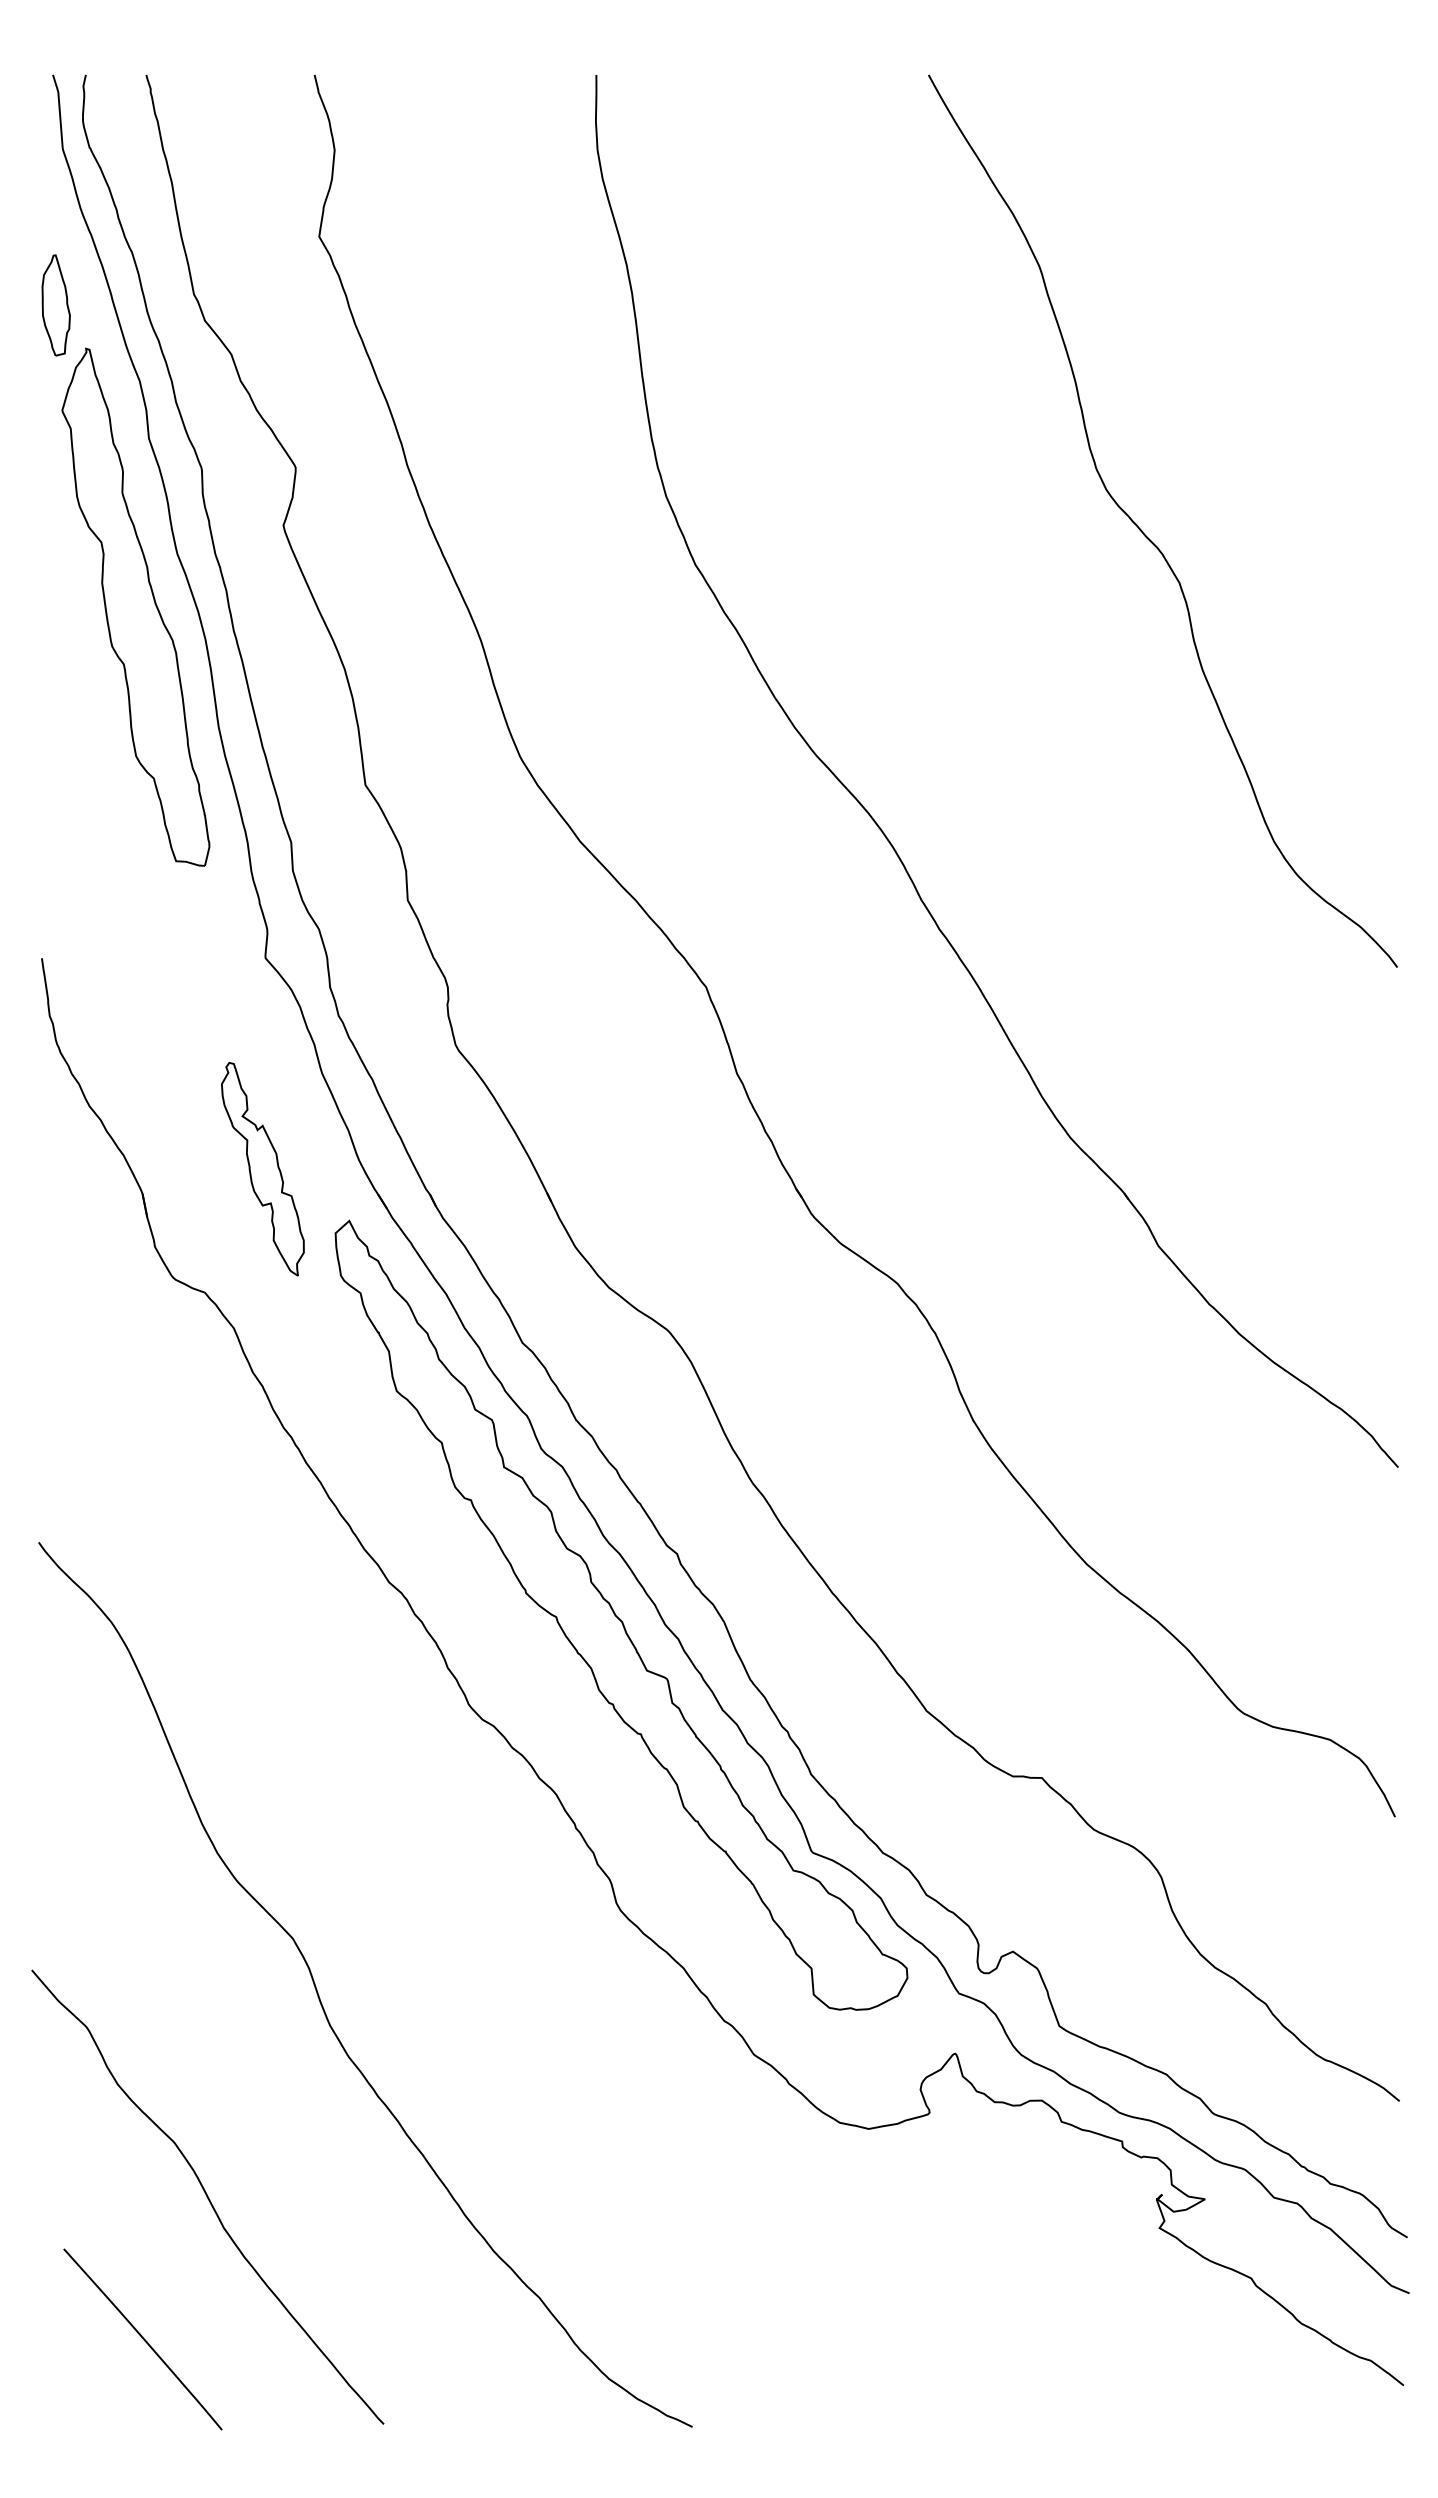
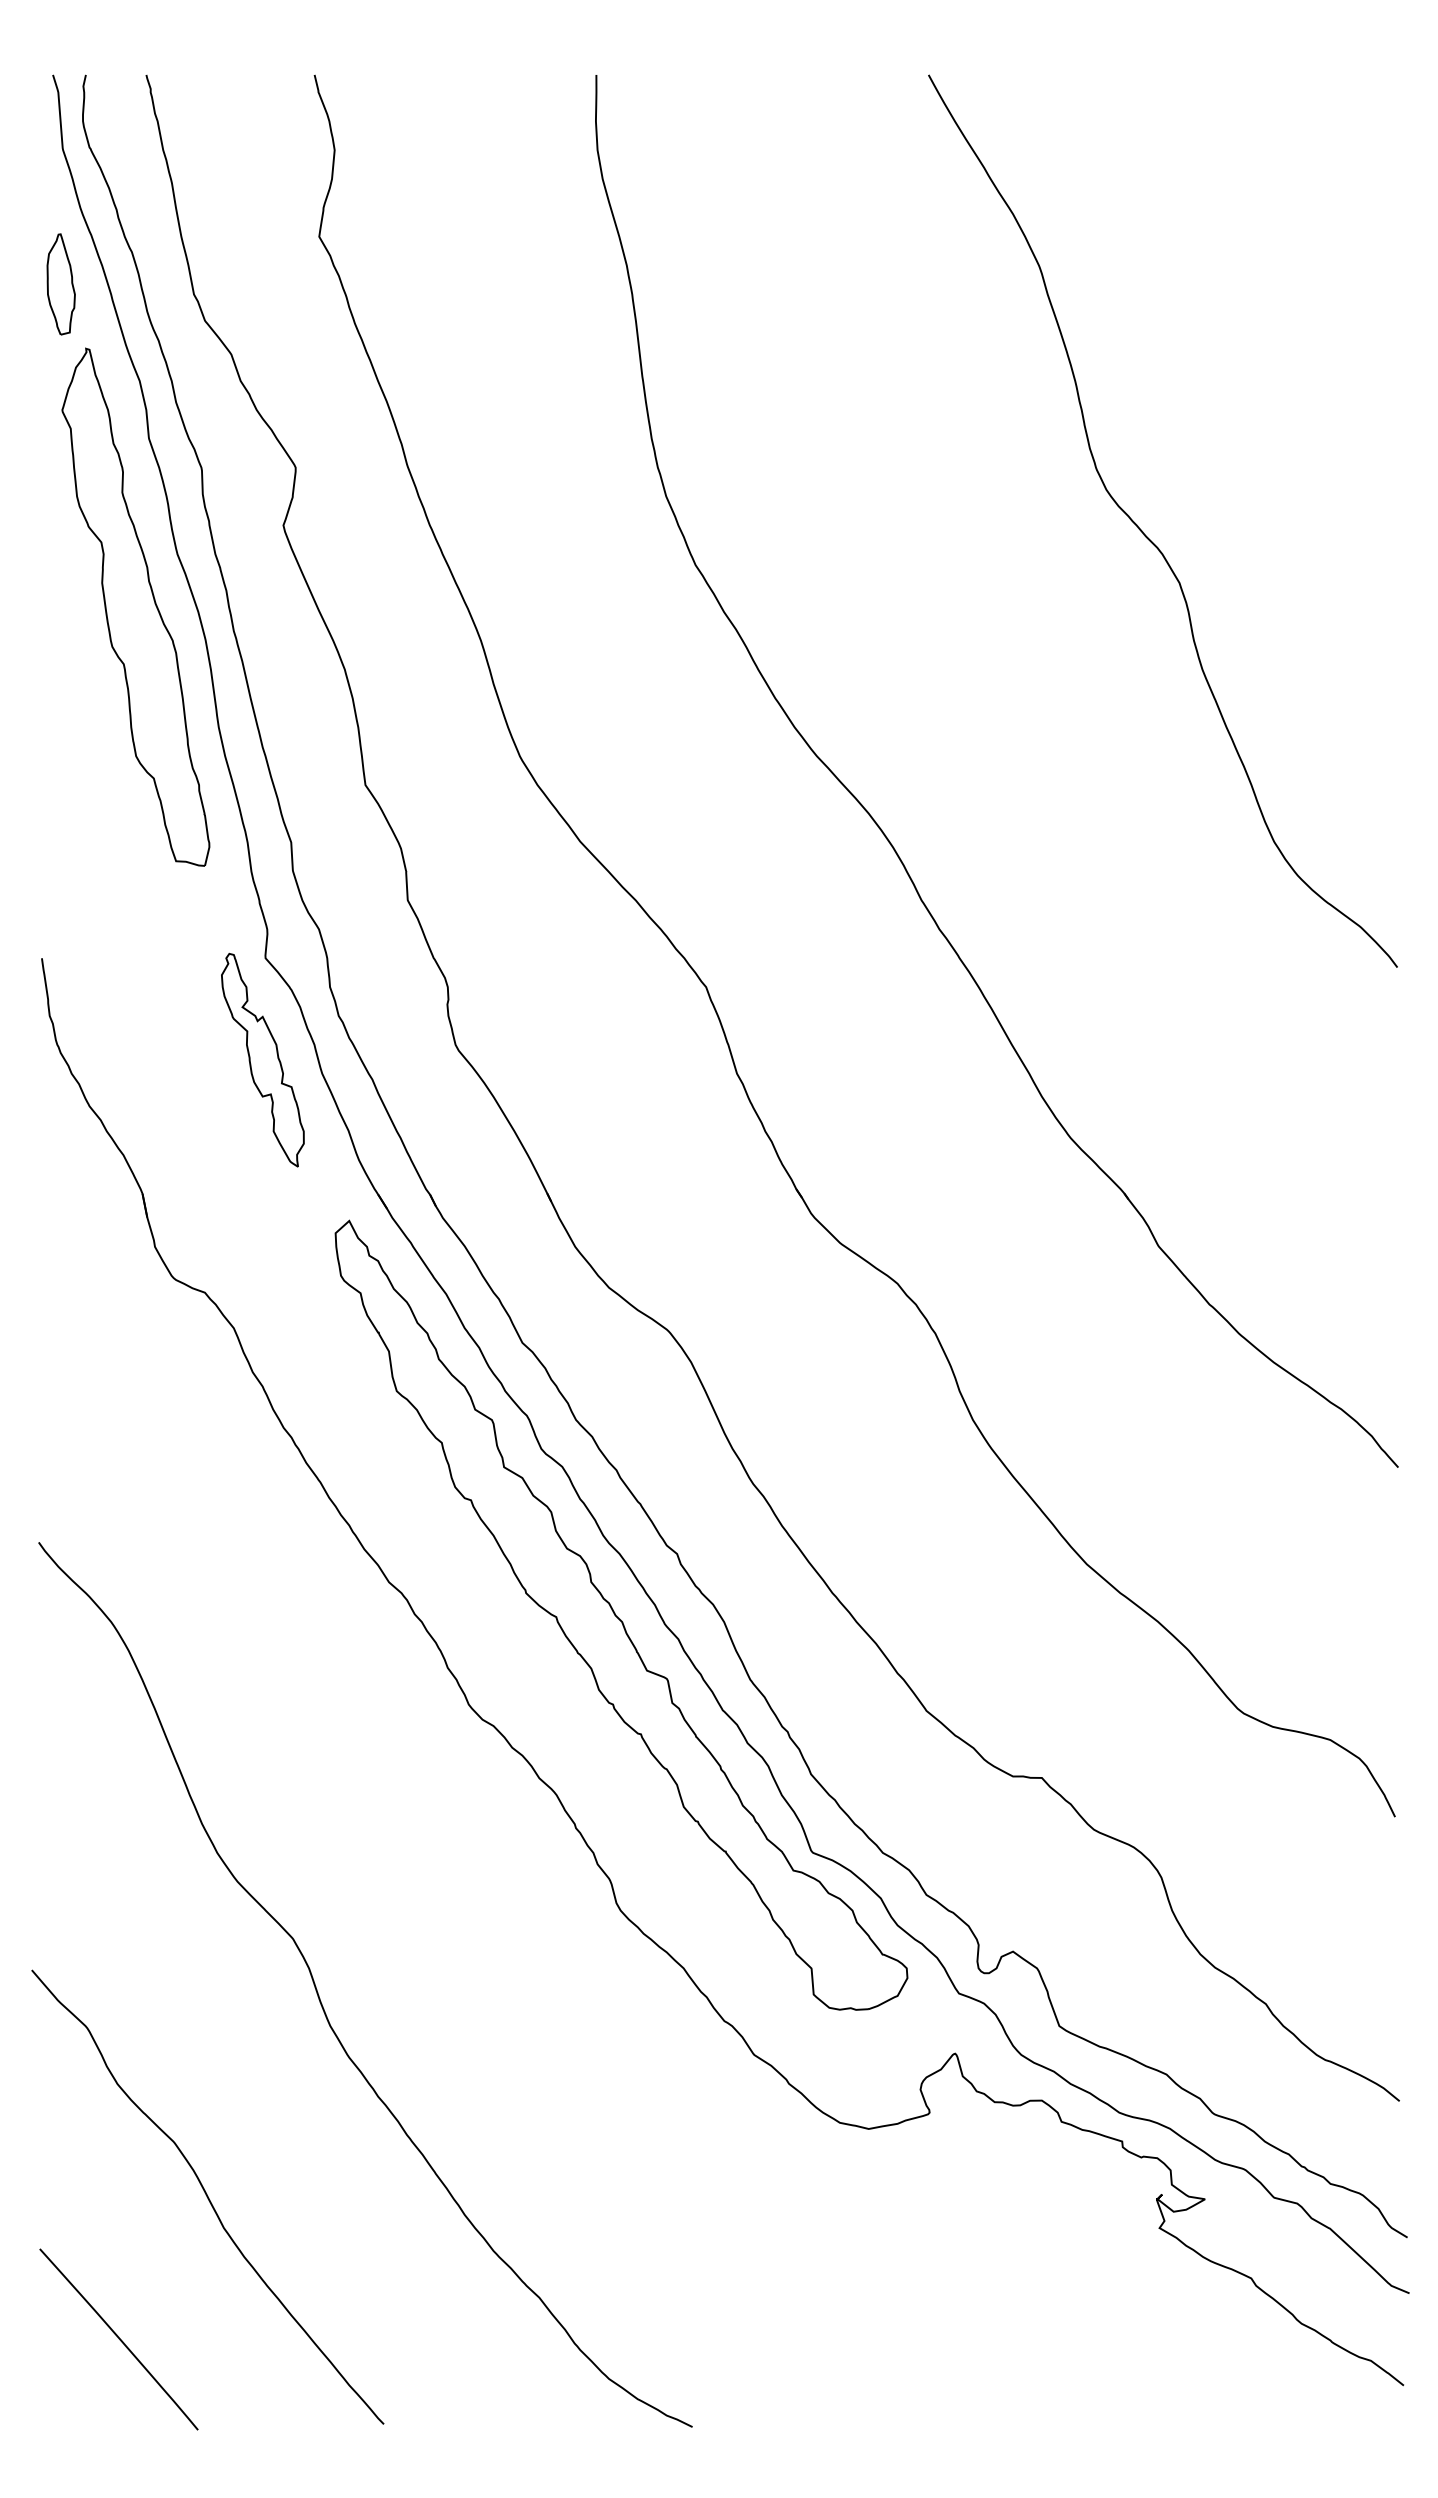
part at (55, 305) position: (55, 305) -> (60, 284)
part at (262, 1168) position: (262, 1168) -> (262, 1059)
curve at (142, 2338) position: (142, 2338) -> (118, 2338)
